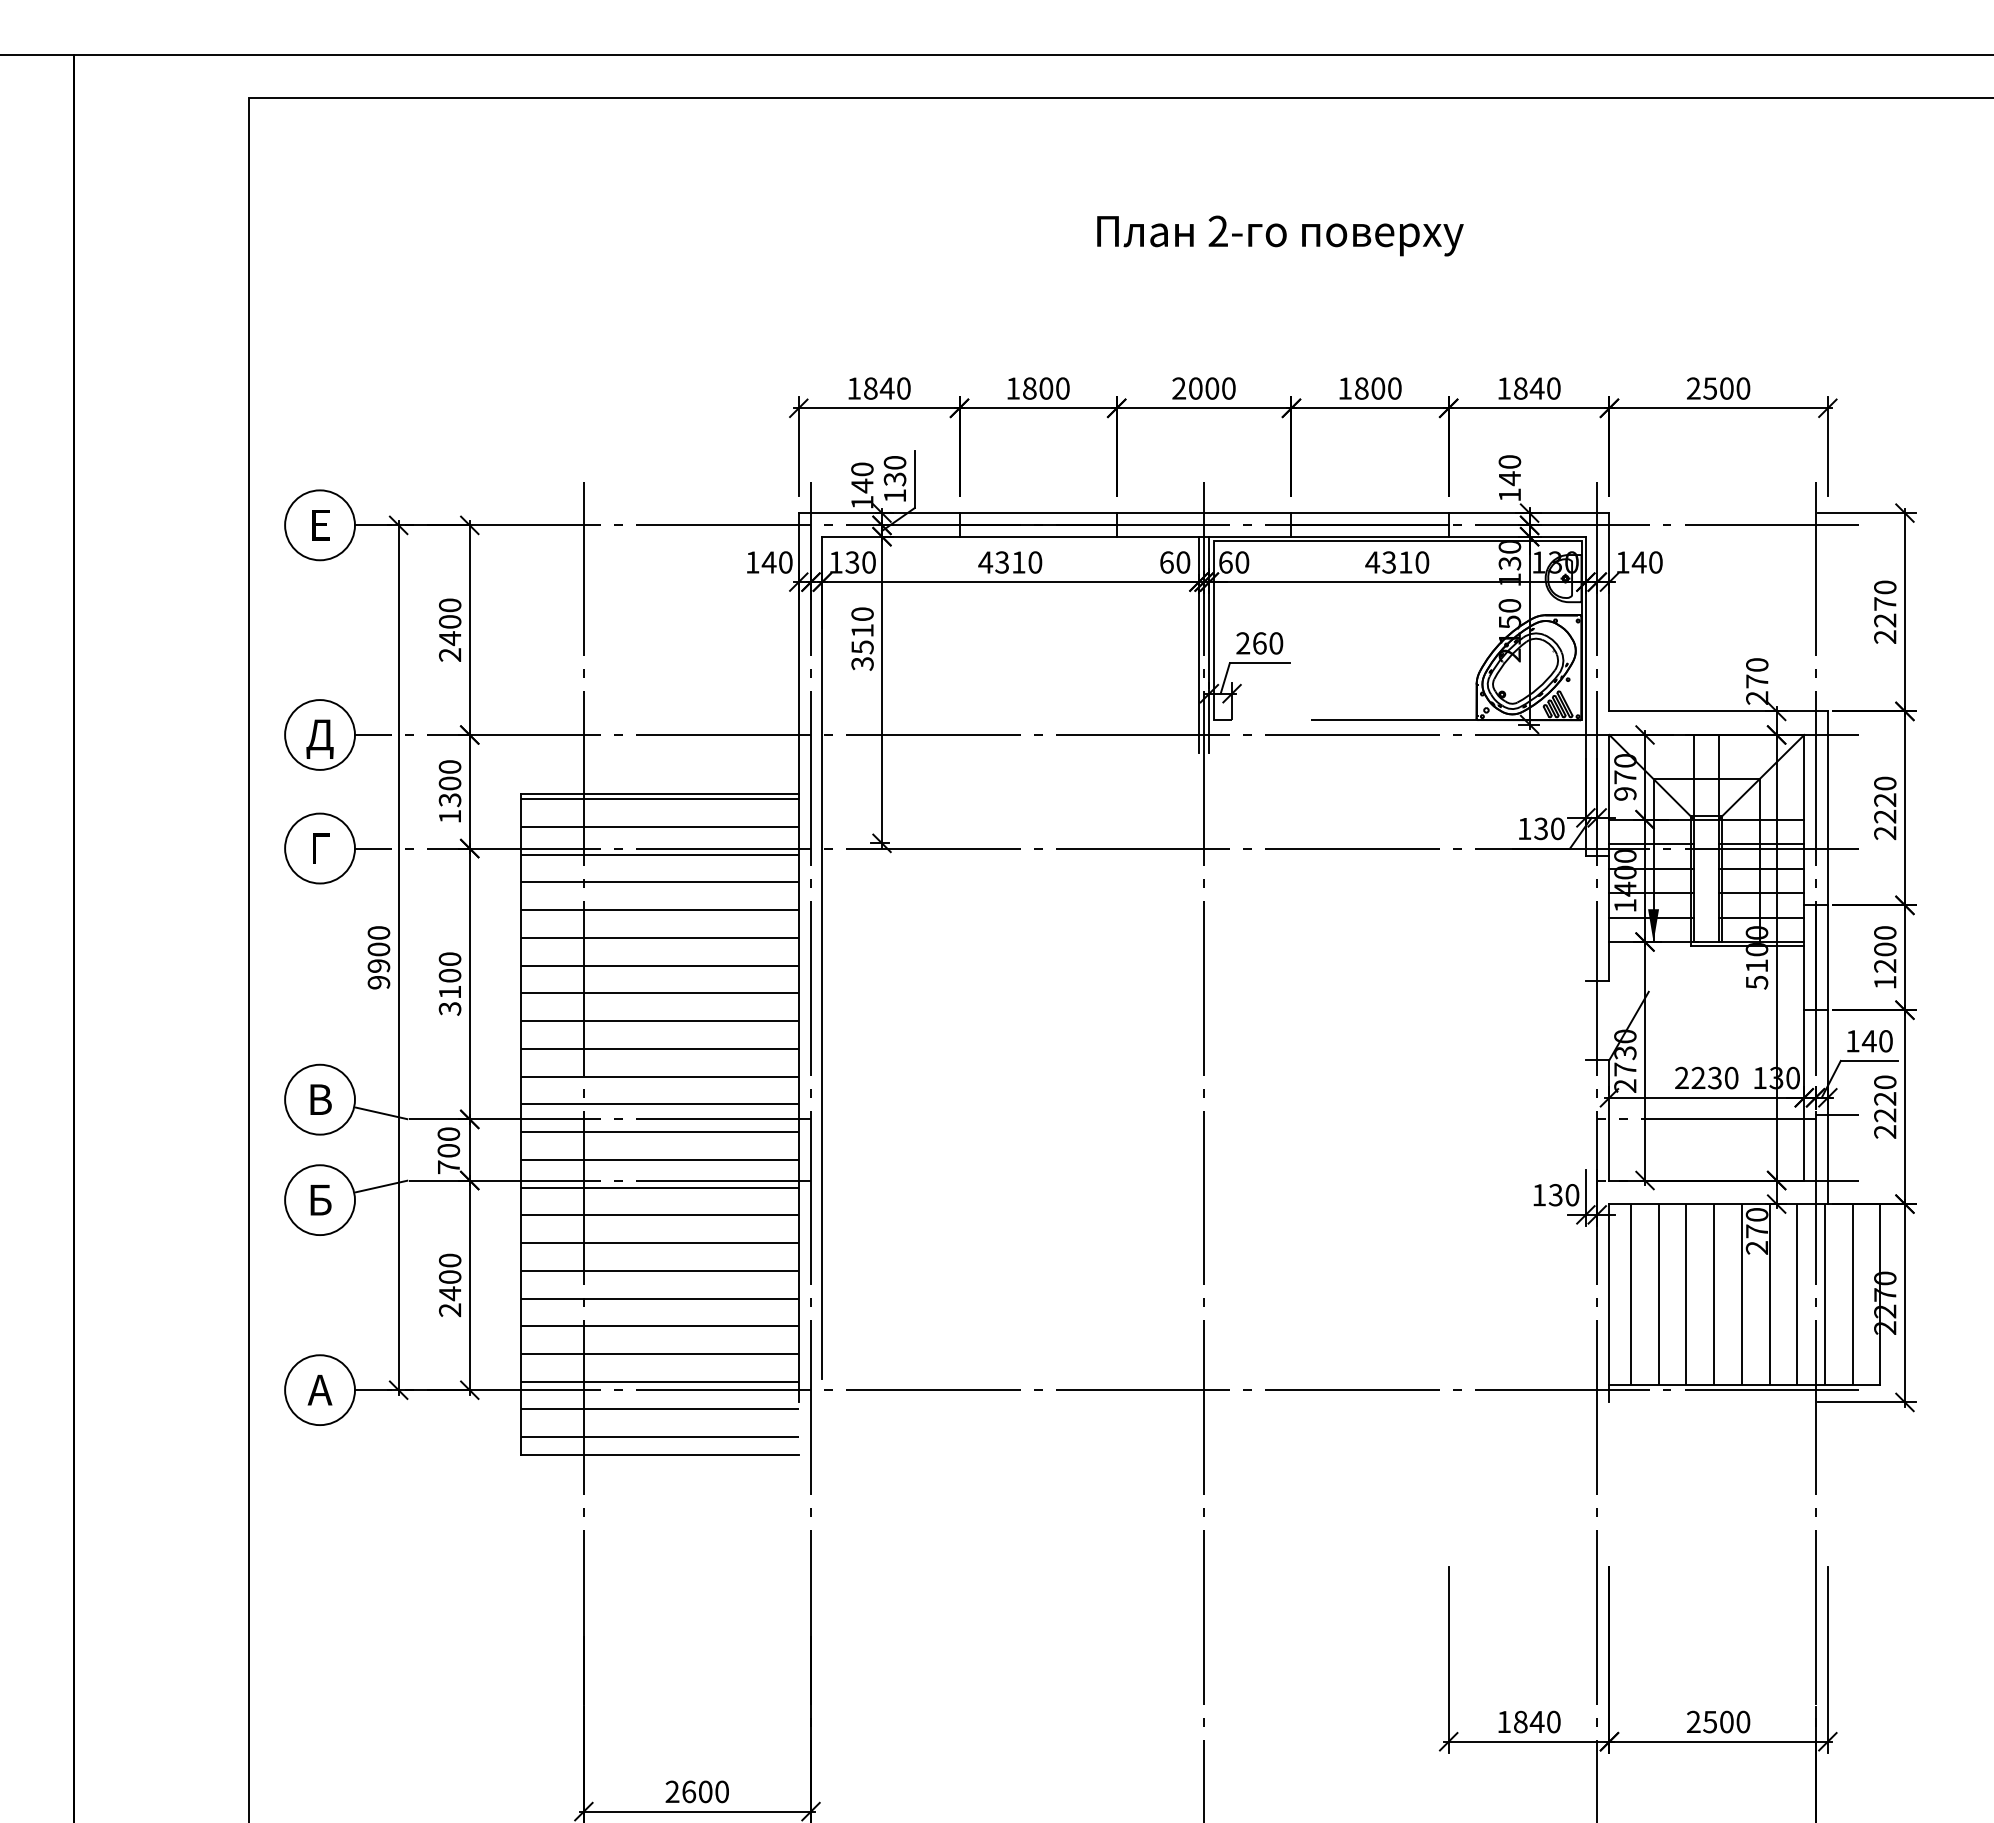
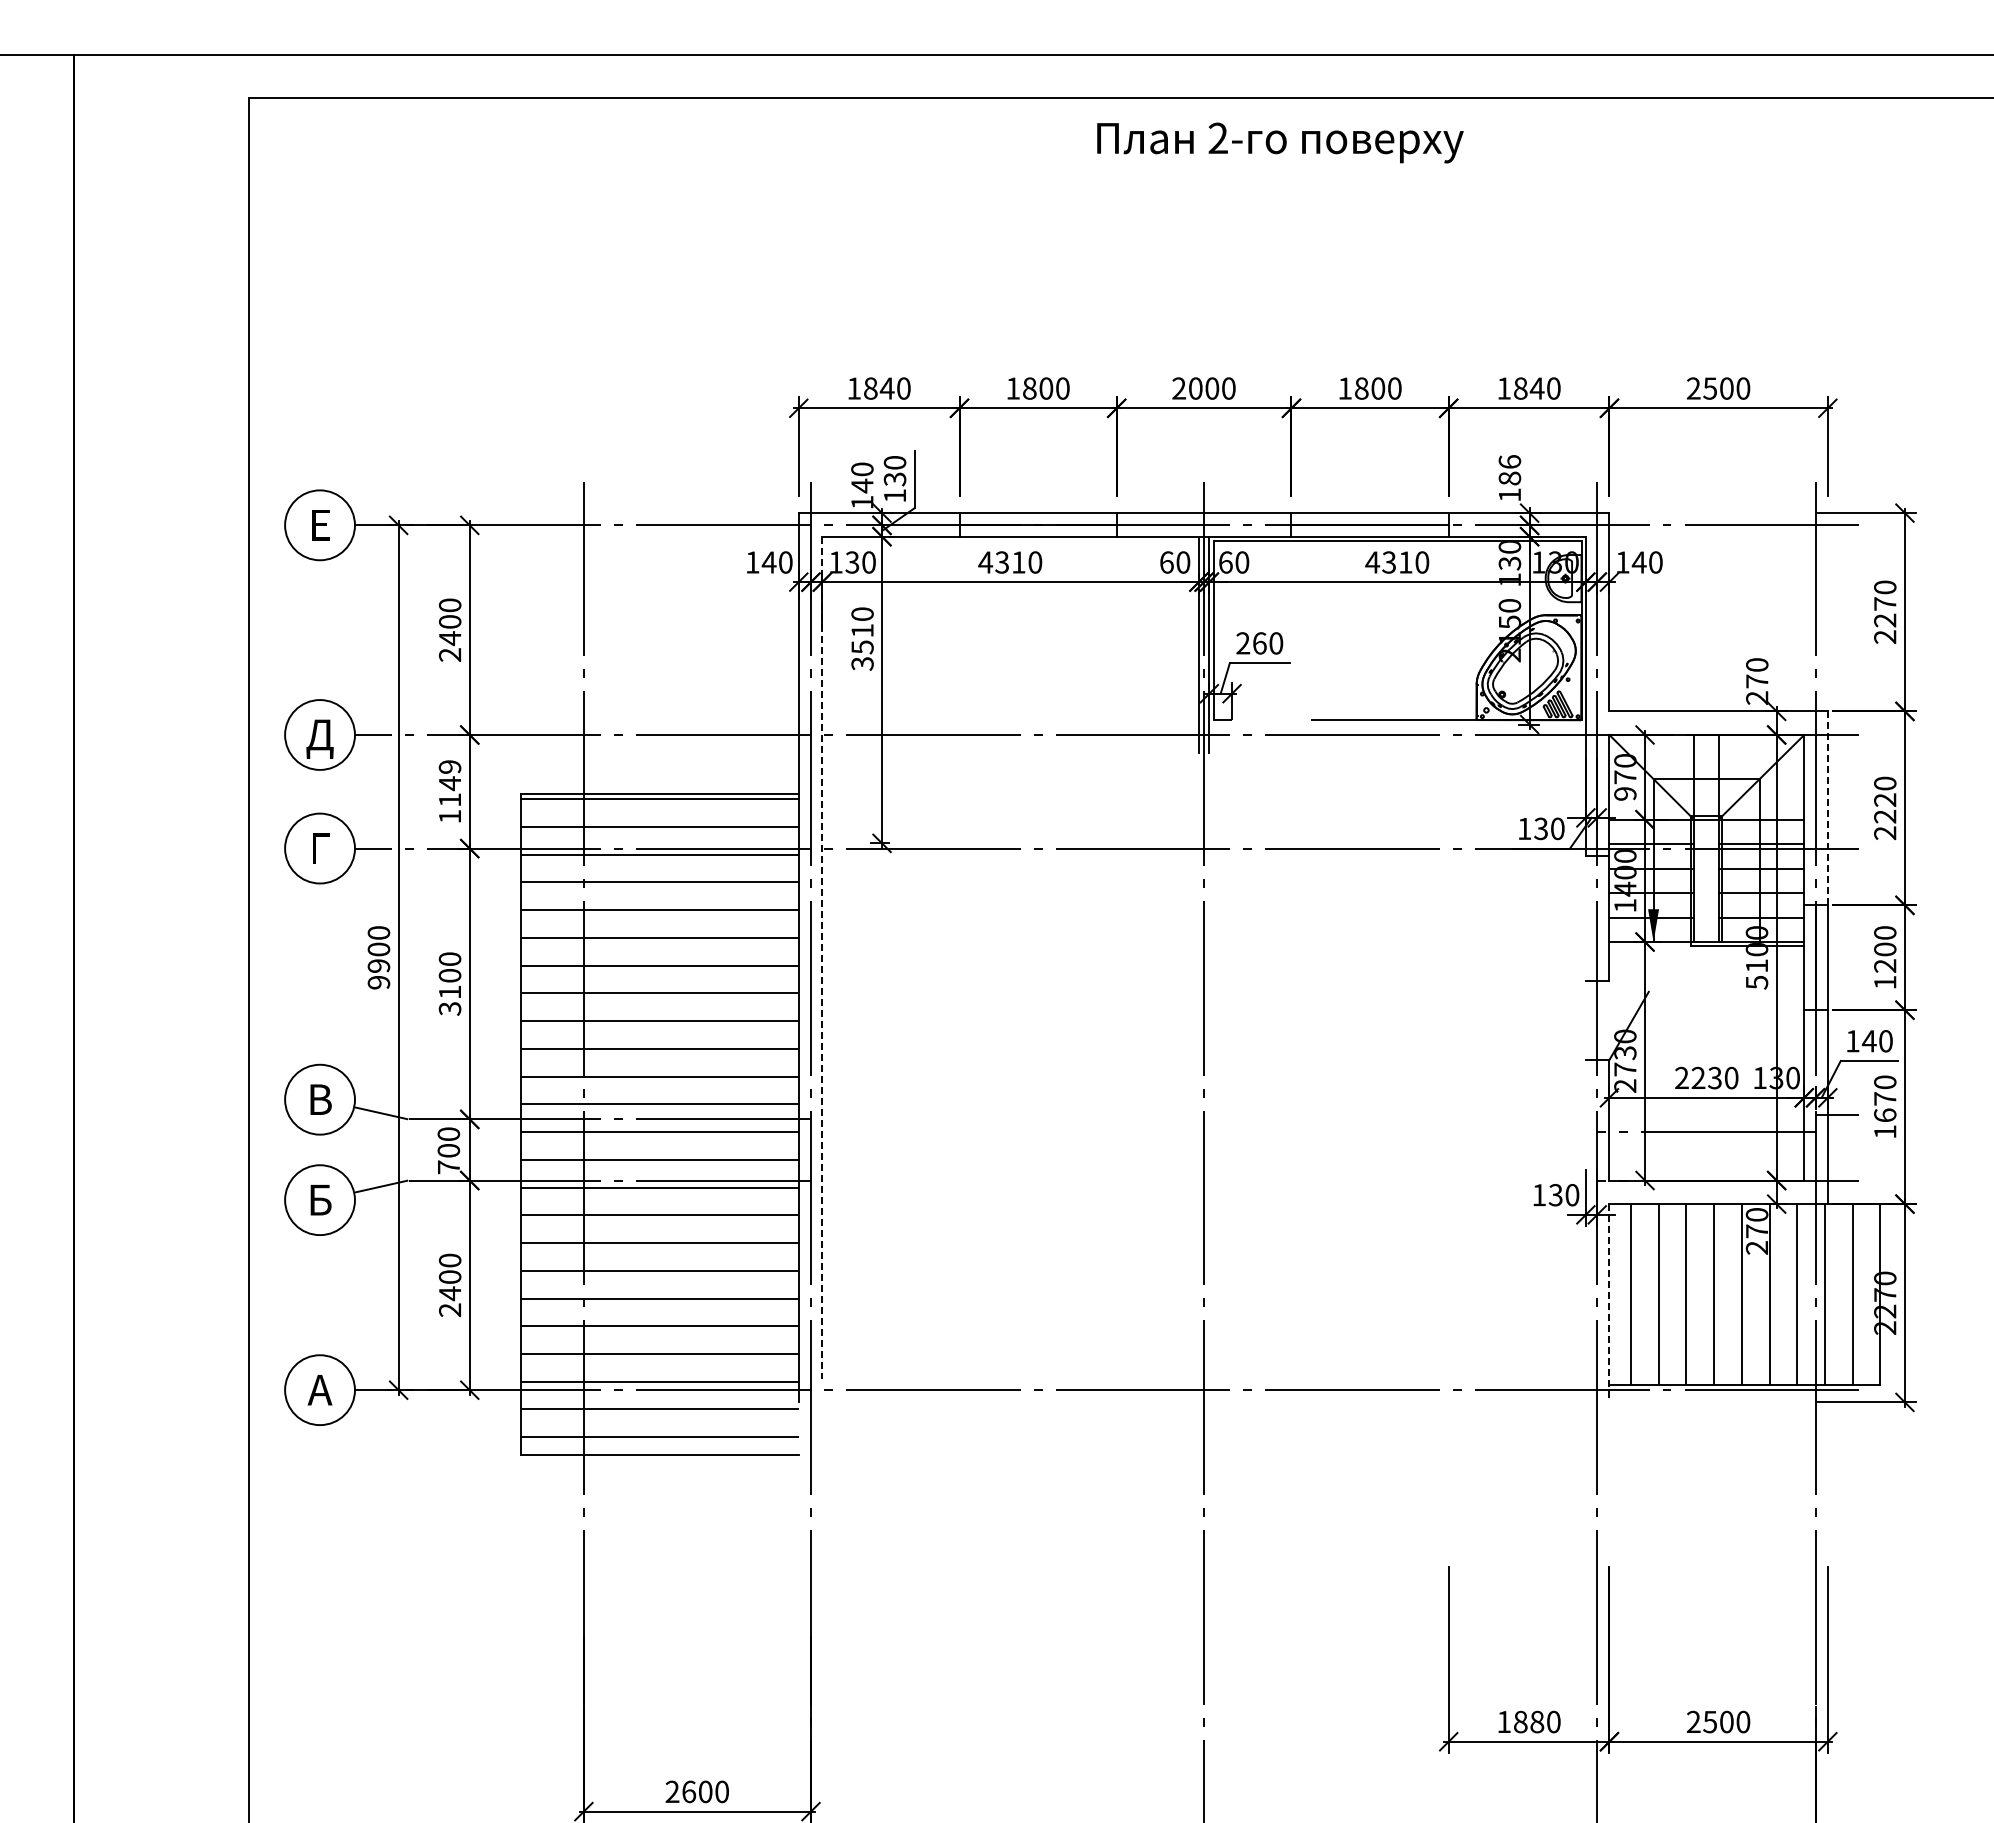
text at (1280, 235) position: (1280, 235) -> (1280, 142)
text at (1509, 470): 140 -> 186
text at (449, 783): 1300 -> 1149
line at (1827, 808): solid -> dashed
line at (822, 958): solid -> dashed
text at (1885, 1115): 2220 -> 1670
line at (1706, 1119) position: (1706, 1119) -> (1706, 1132)
line at (1609, 1303): solid -> dashed
text at (1536, 1721): 1840 -> 1880
